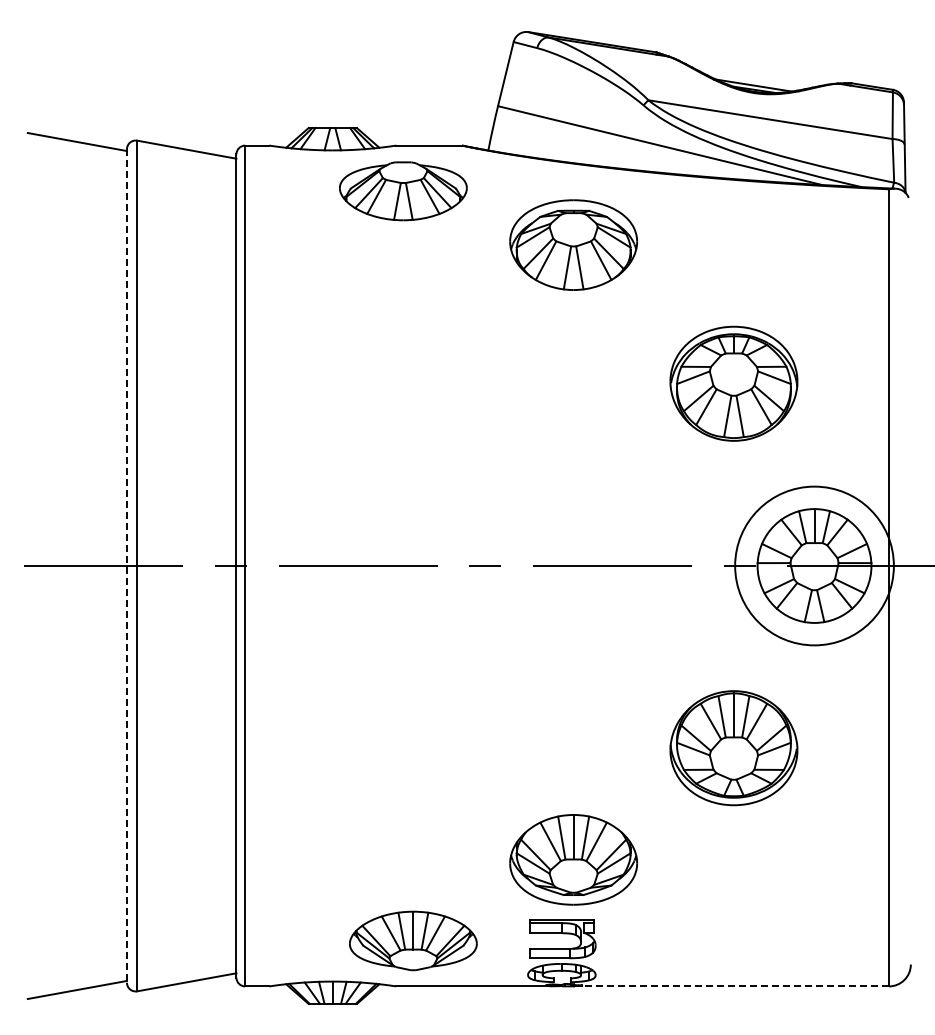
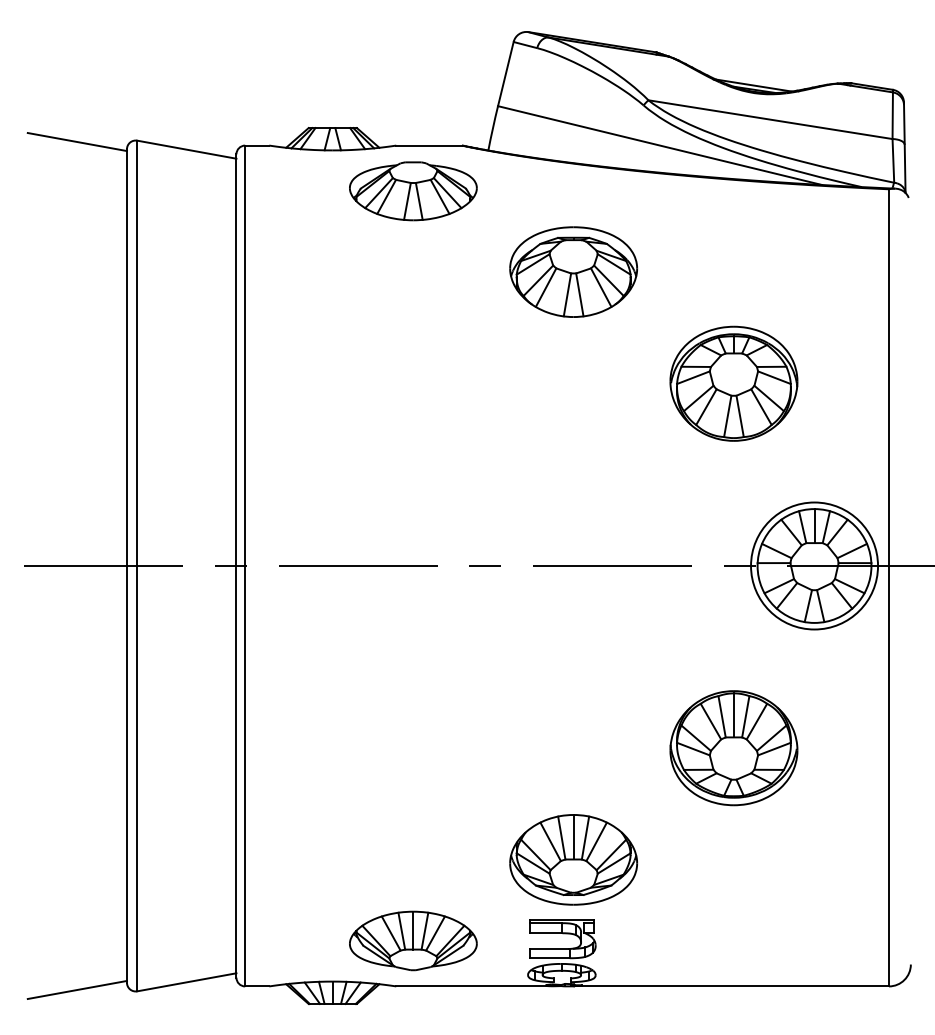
part at (403, 191) position: (403, 191) -> (413, 191)
part at (573, 244) position: (573, 244) -> (573, 271)
circle at (814, 565) diameter: 159 px -> 127 px
line at (126, 566): dashed -> solid
line at (732, 986): dashed -> solid
